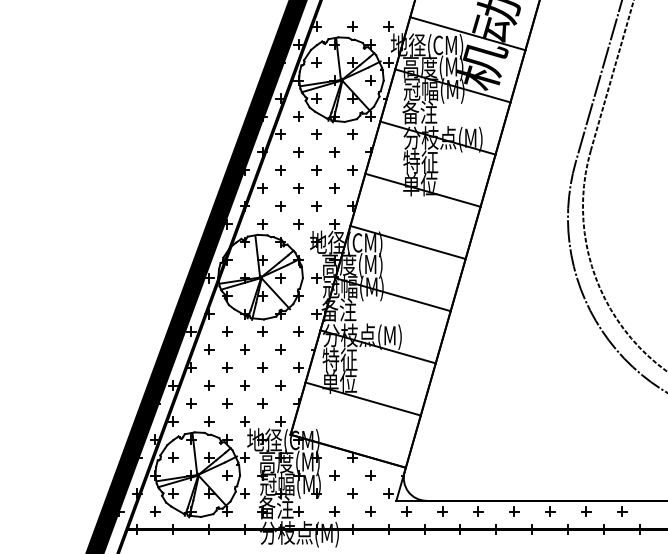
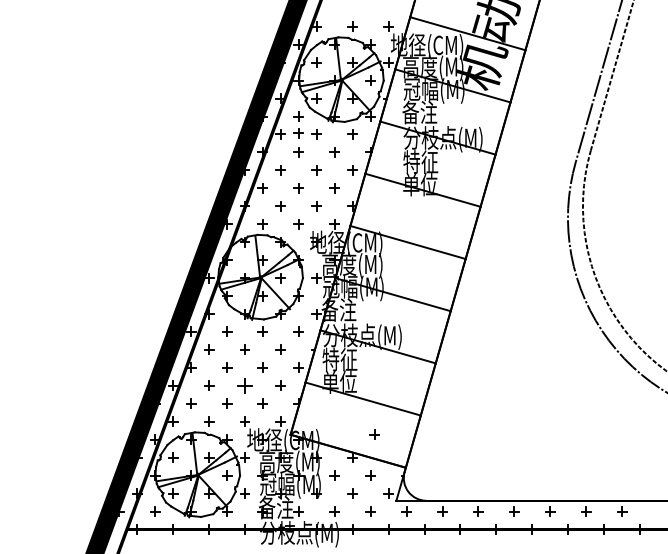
part at (298, 133): none -> present
part at (244, 385) size: 10x11 px -> 16x16 px
part at (374, 434): none -> present
